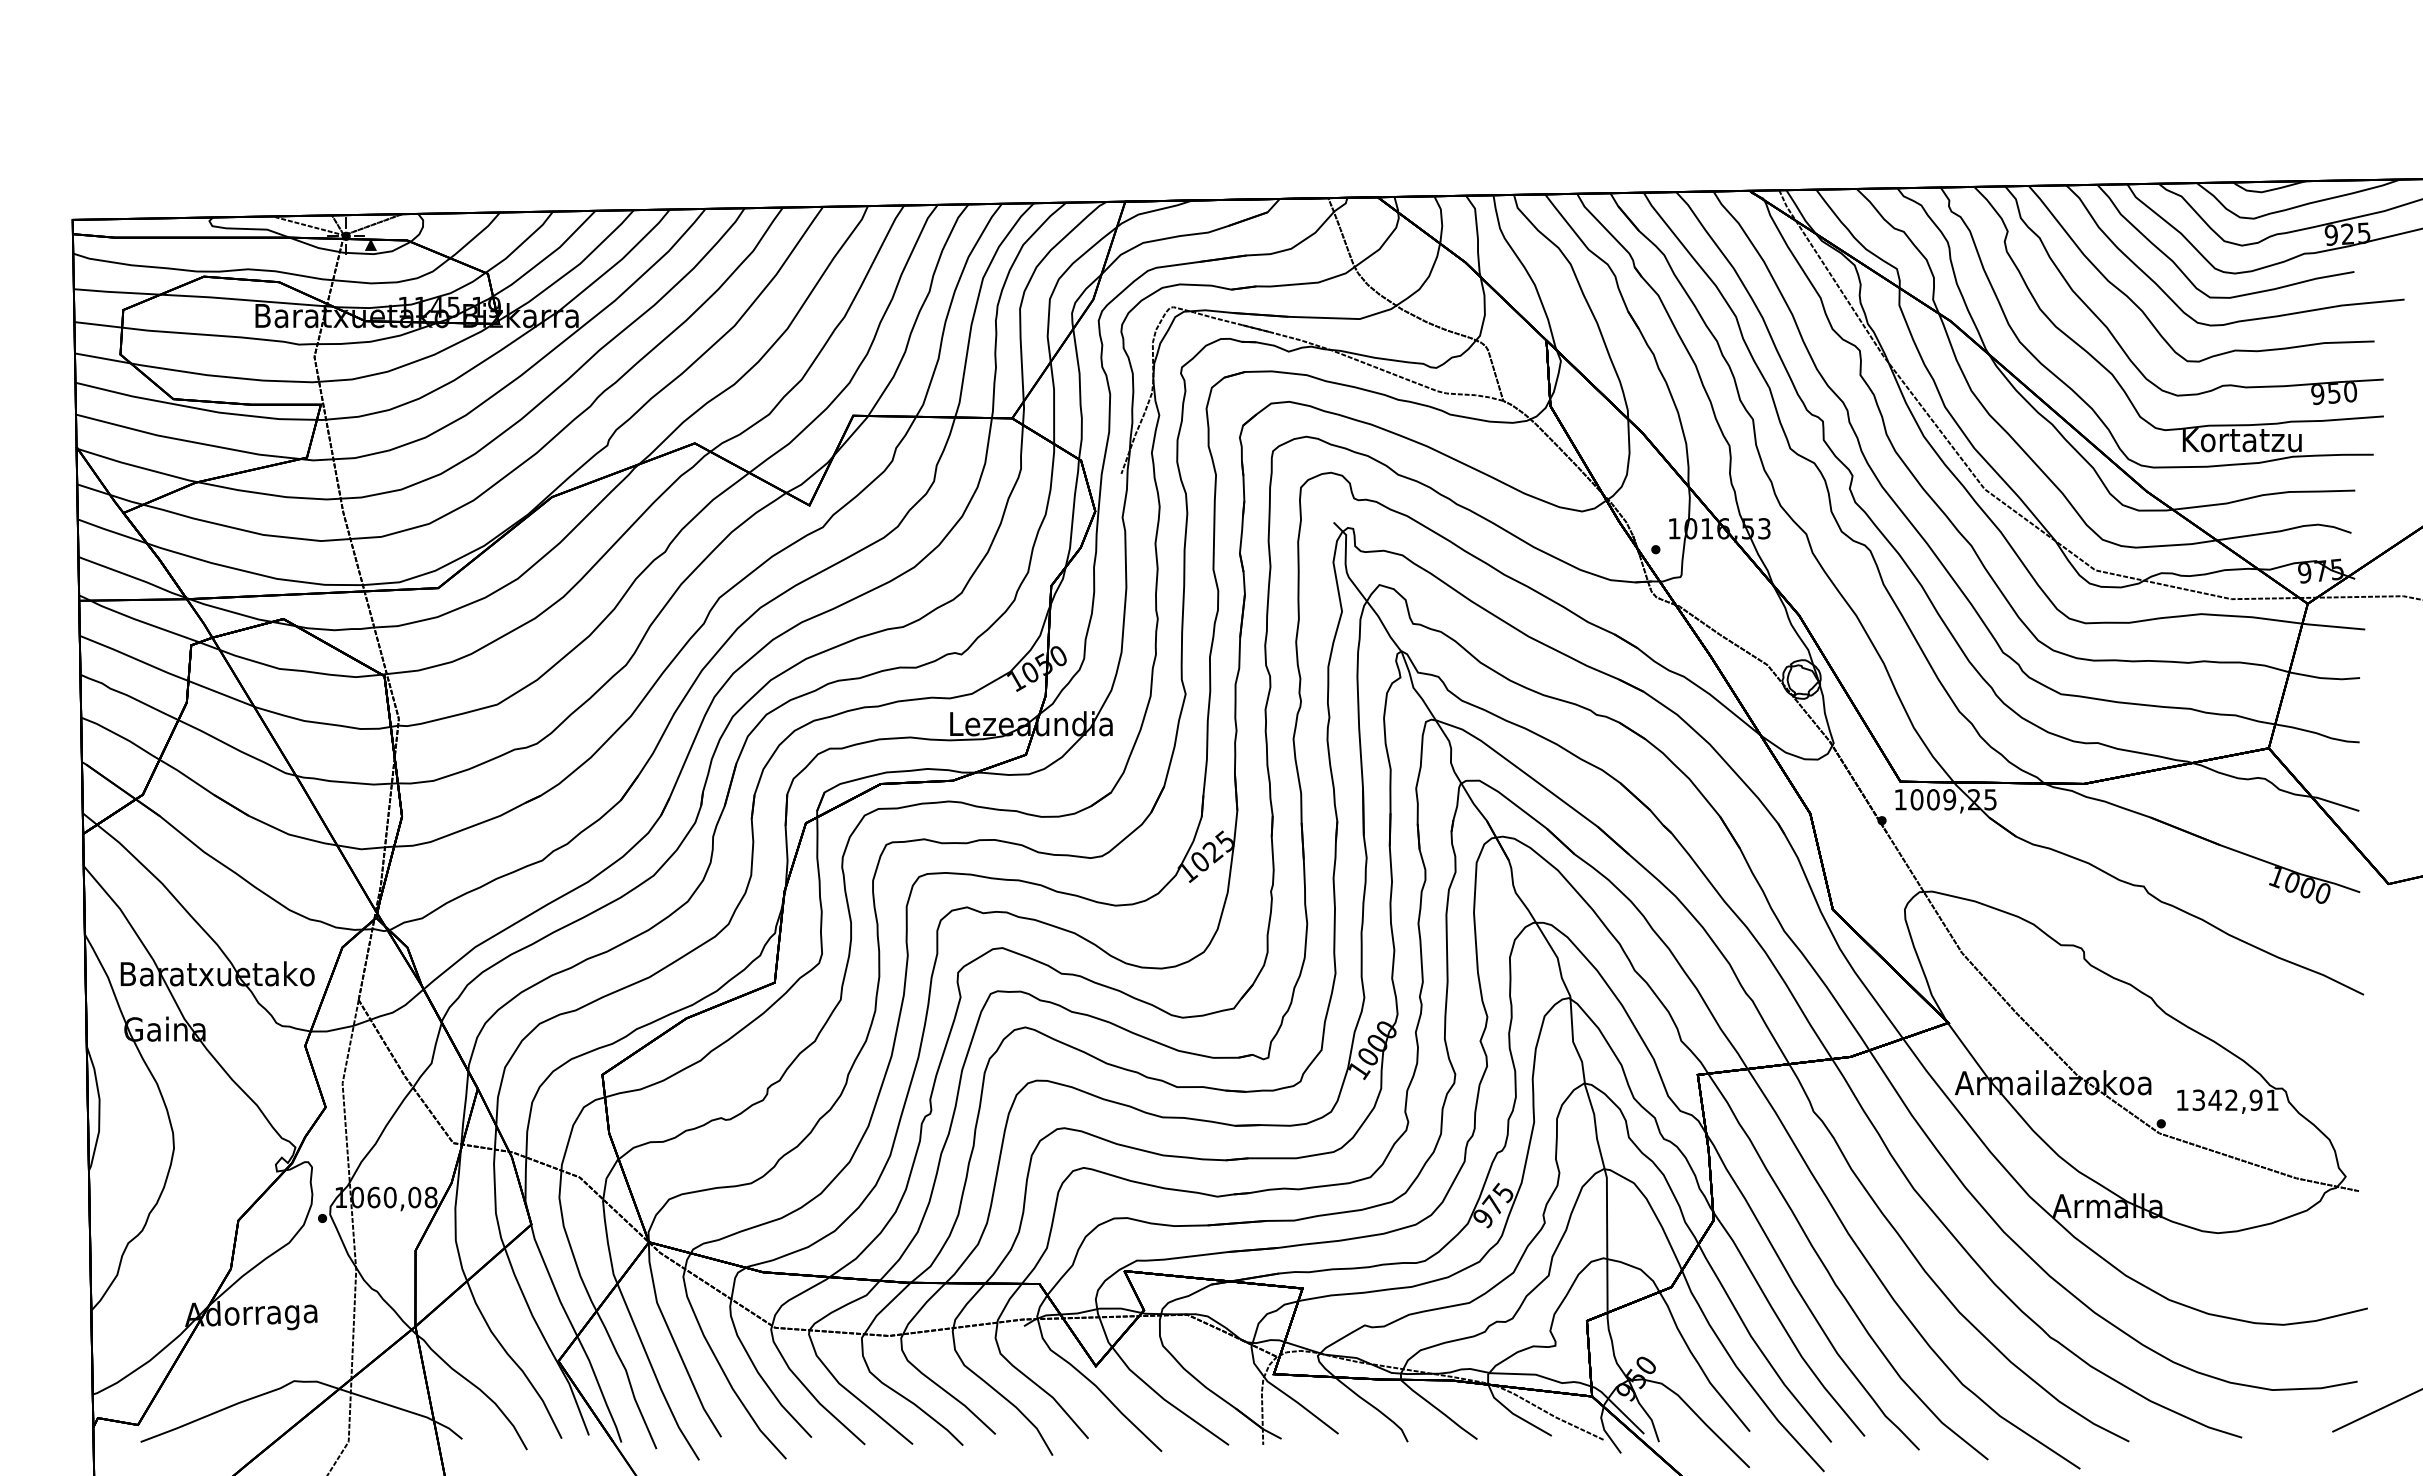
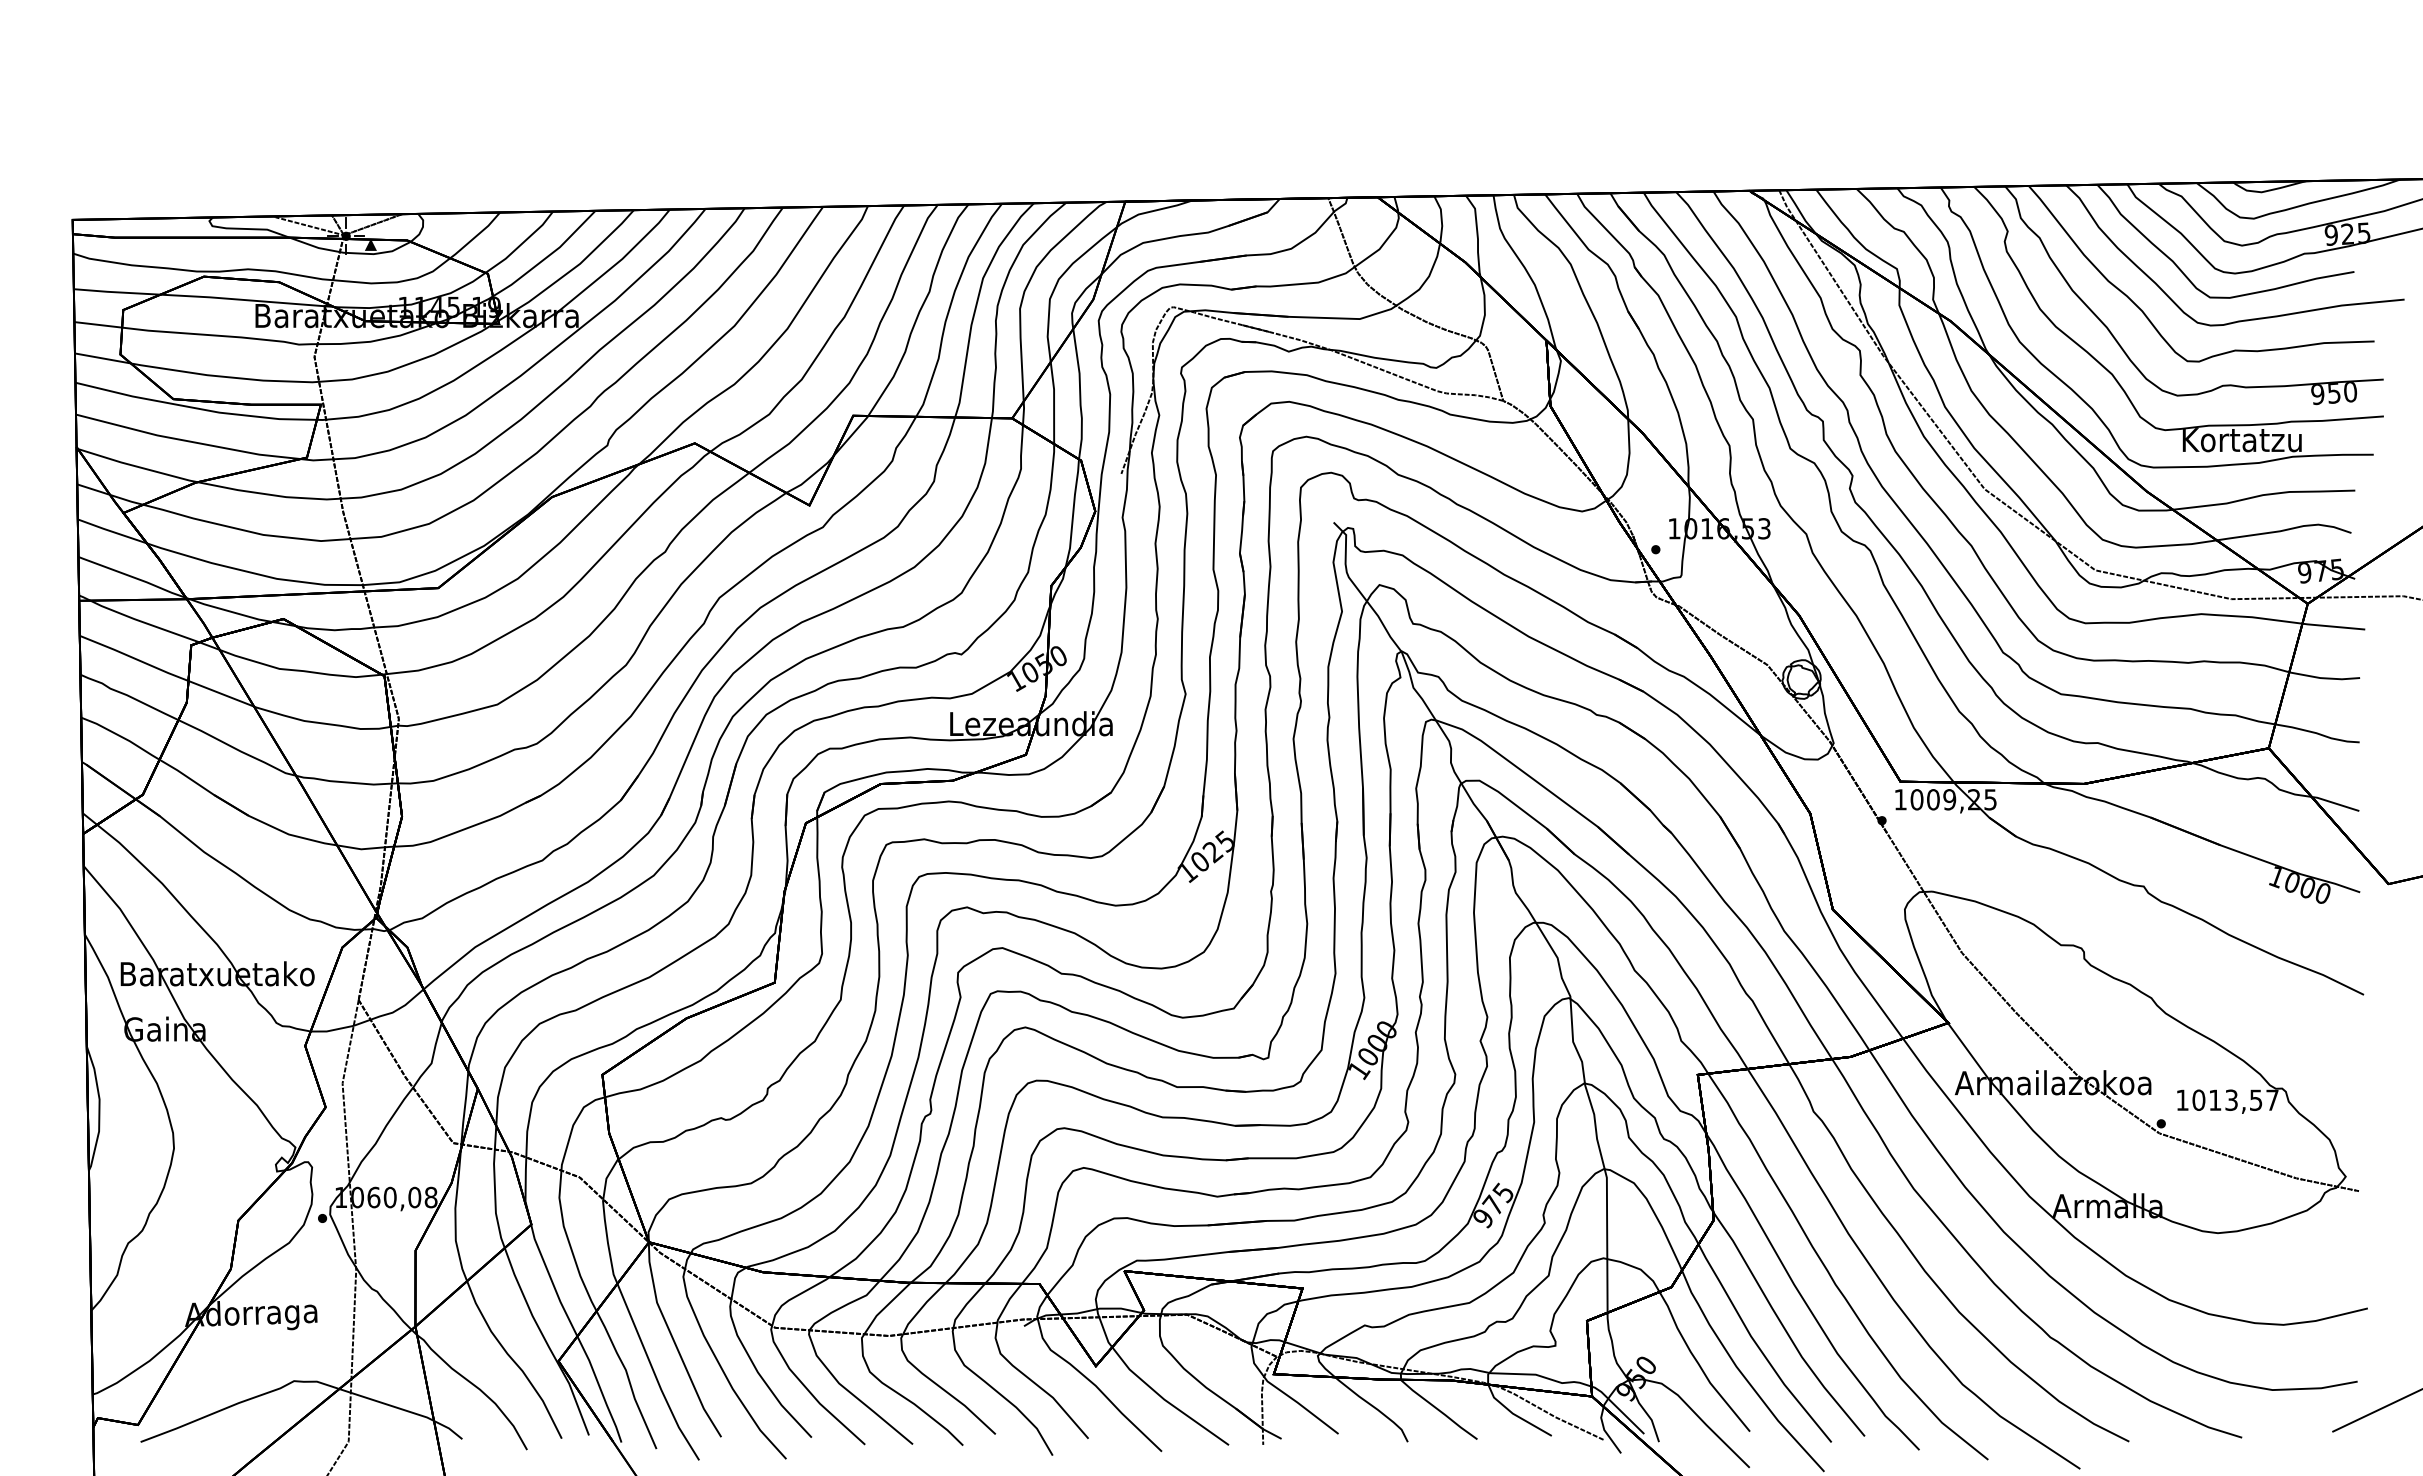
text at (2235, 1099): 1342,91 -> 1013,57
